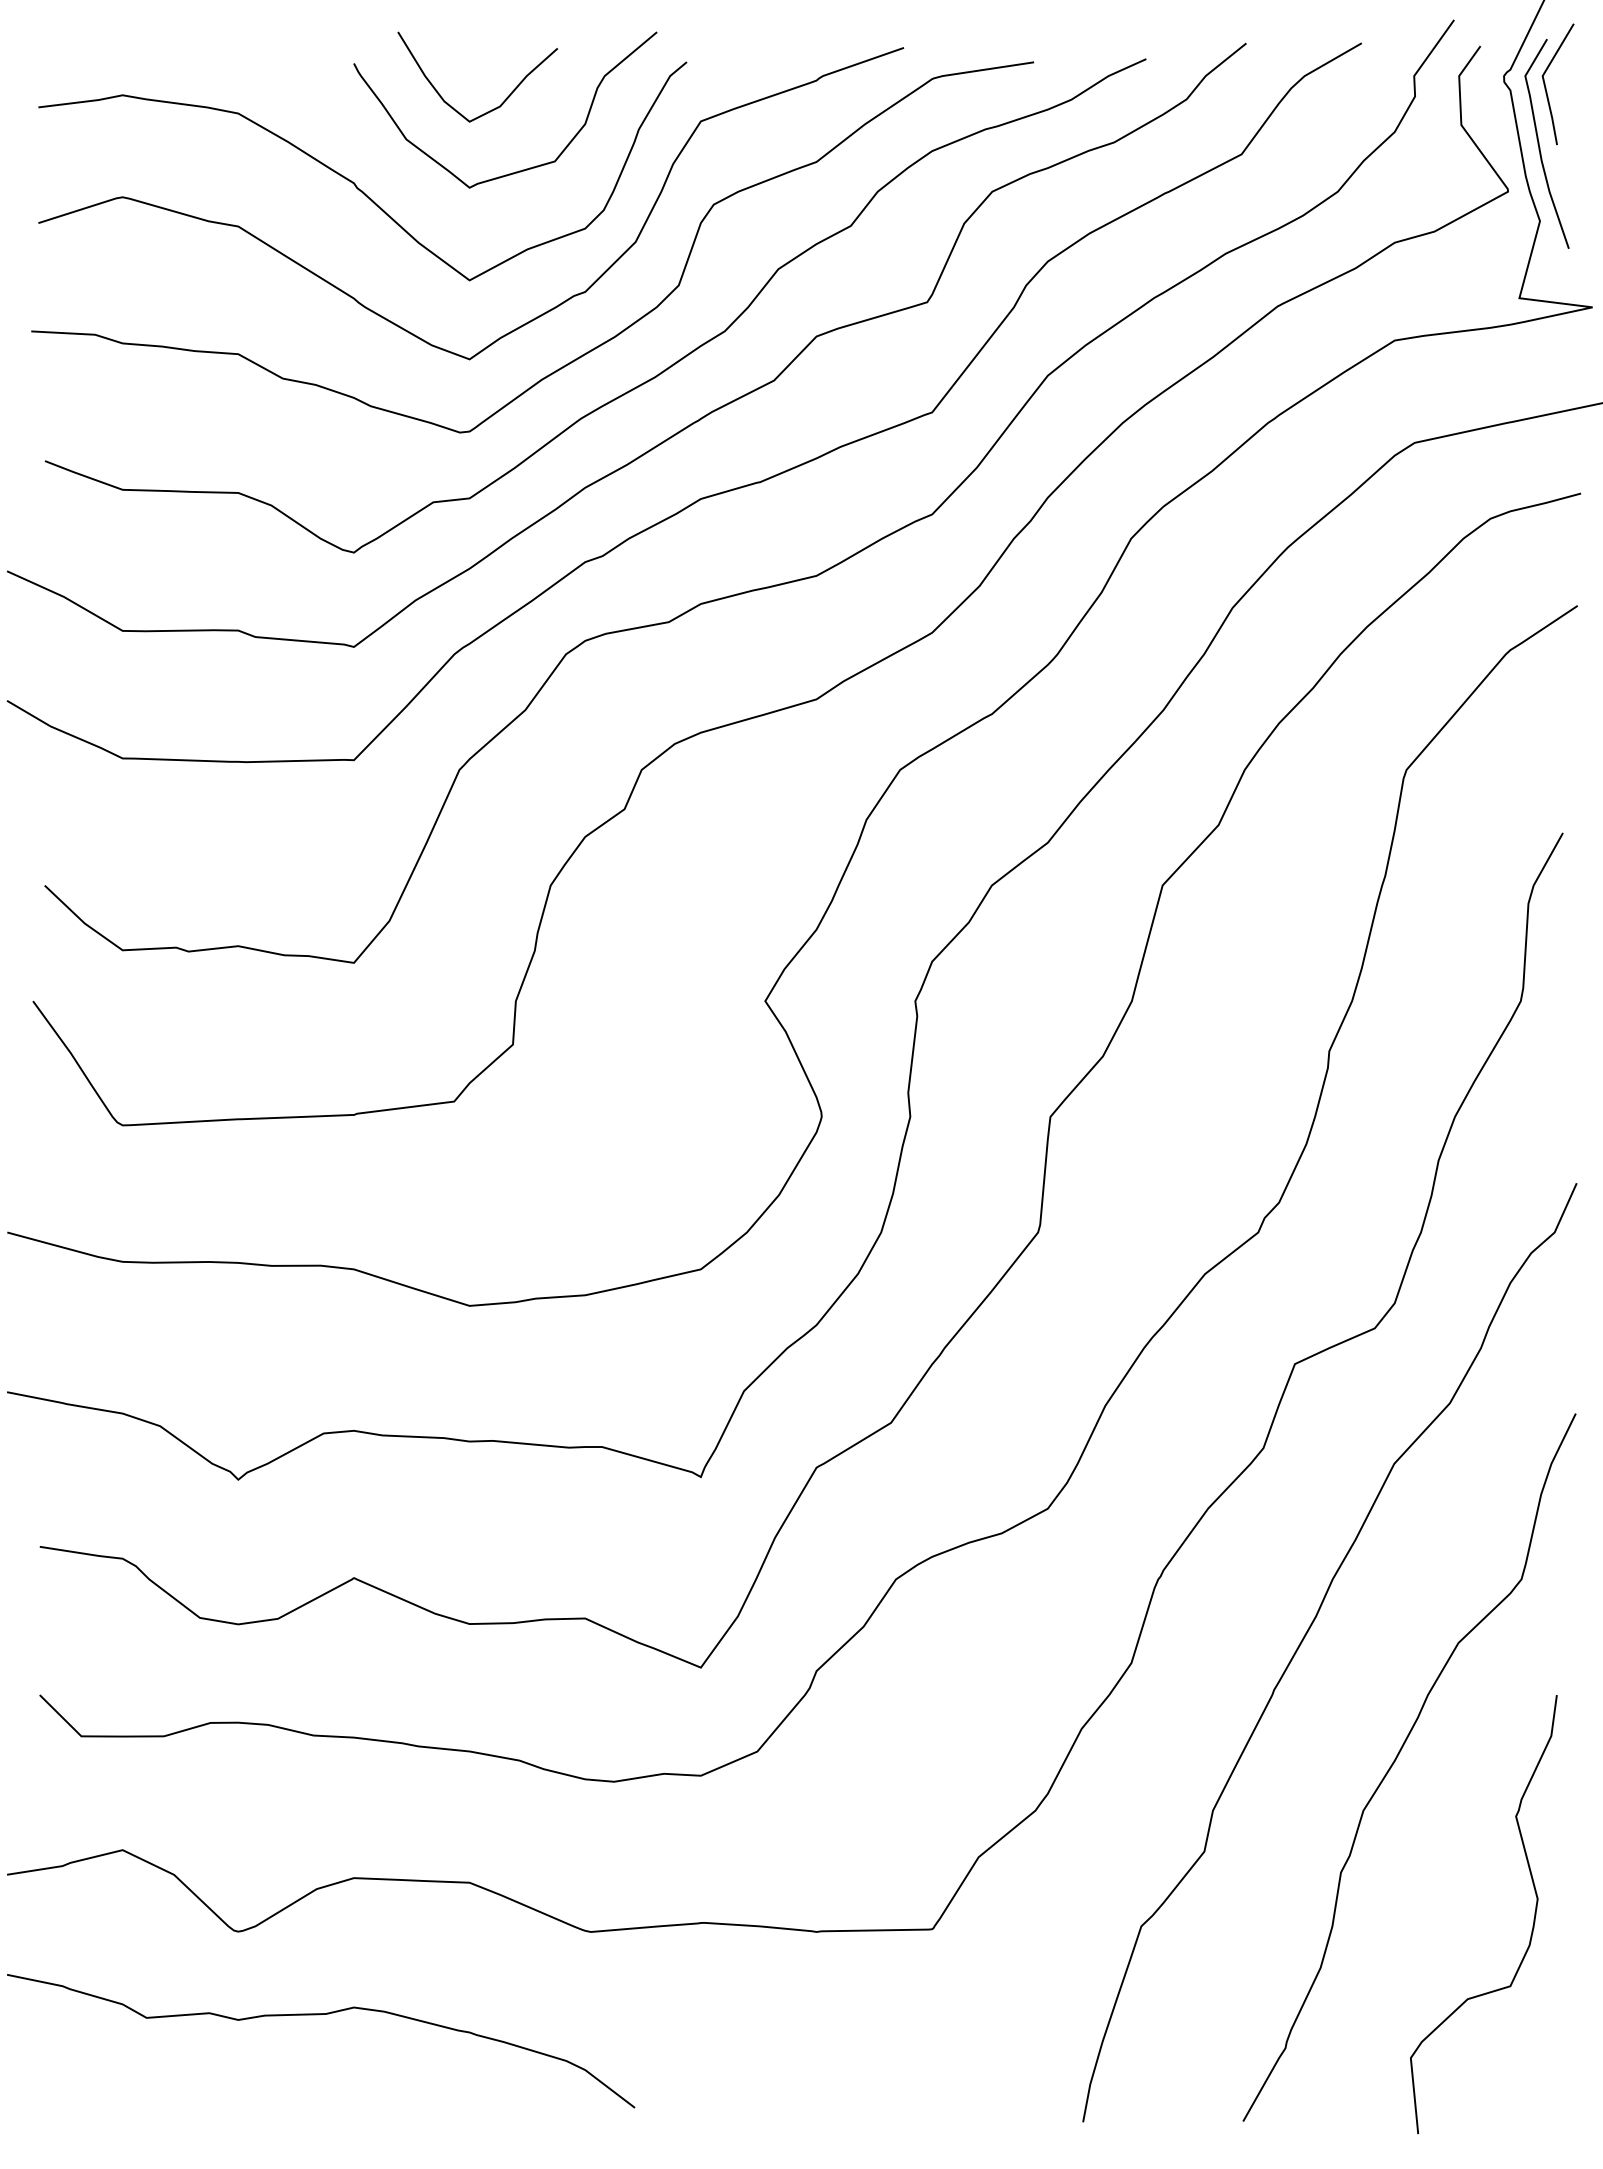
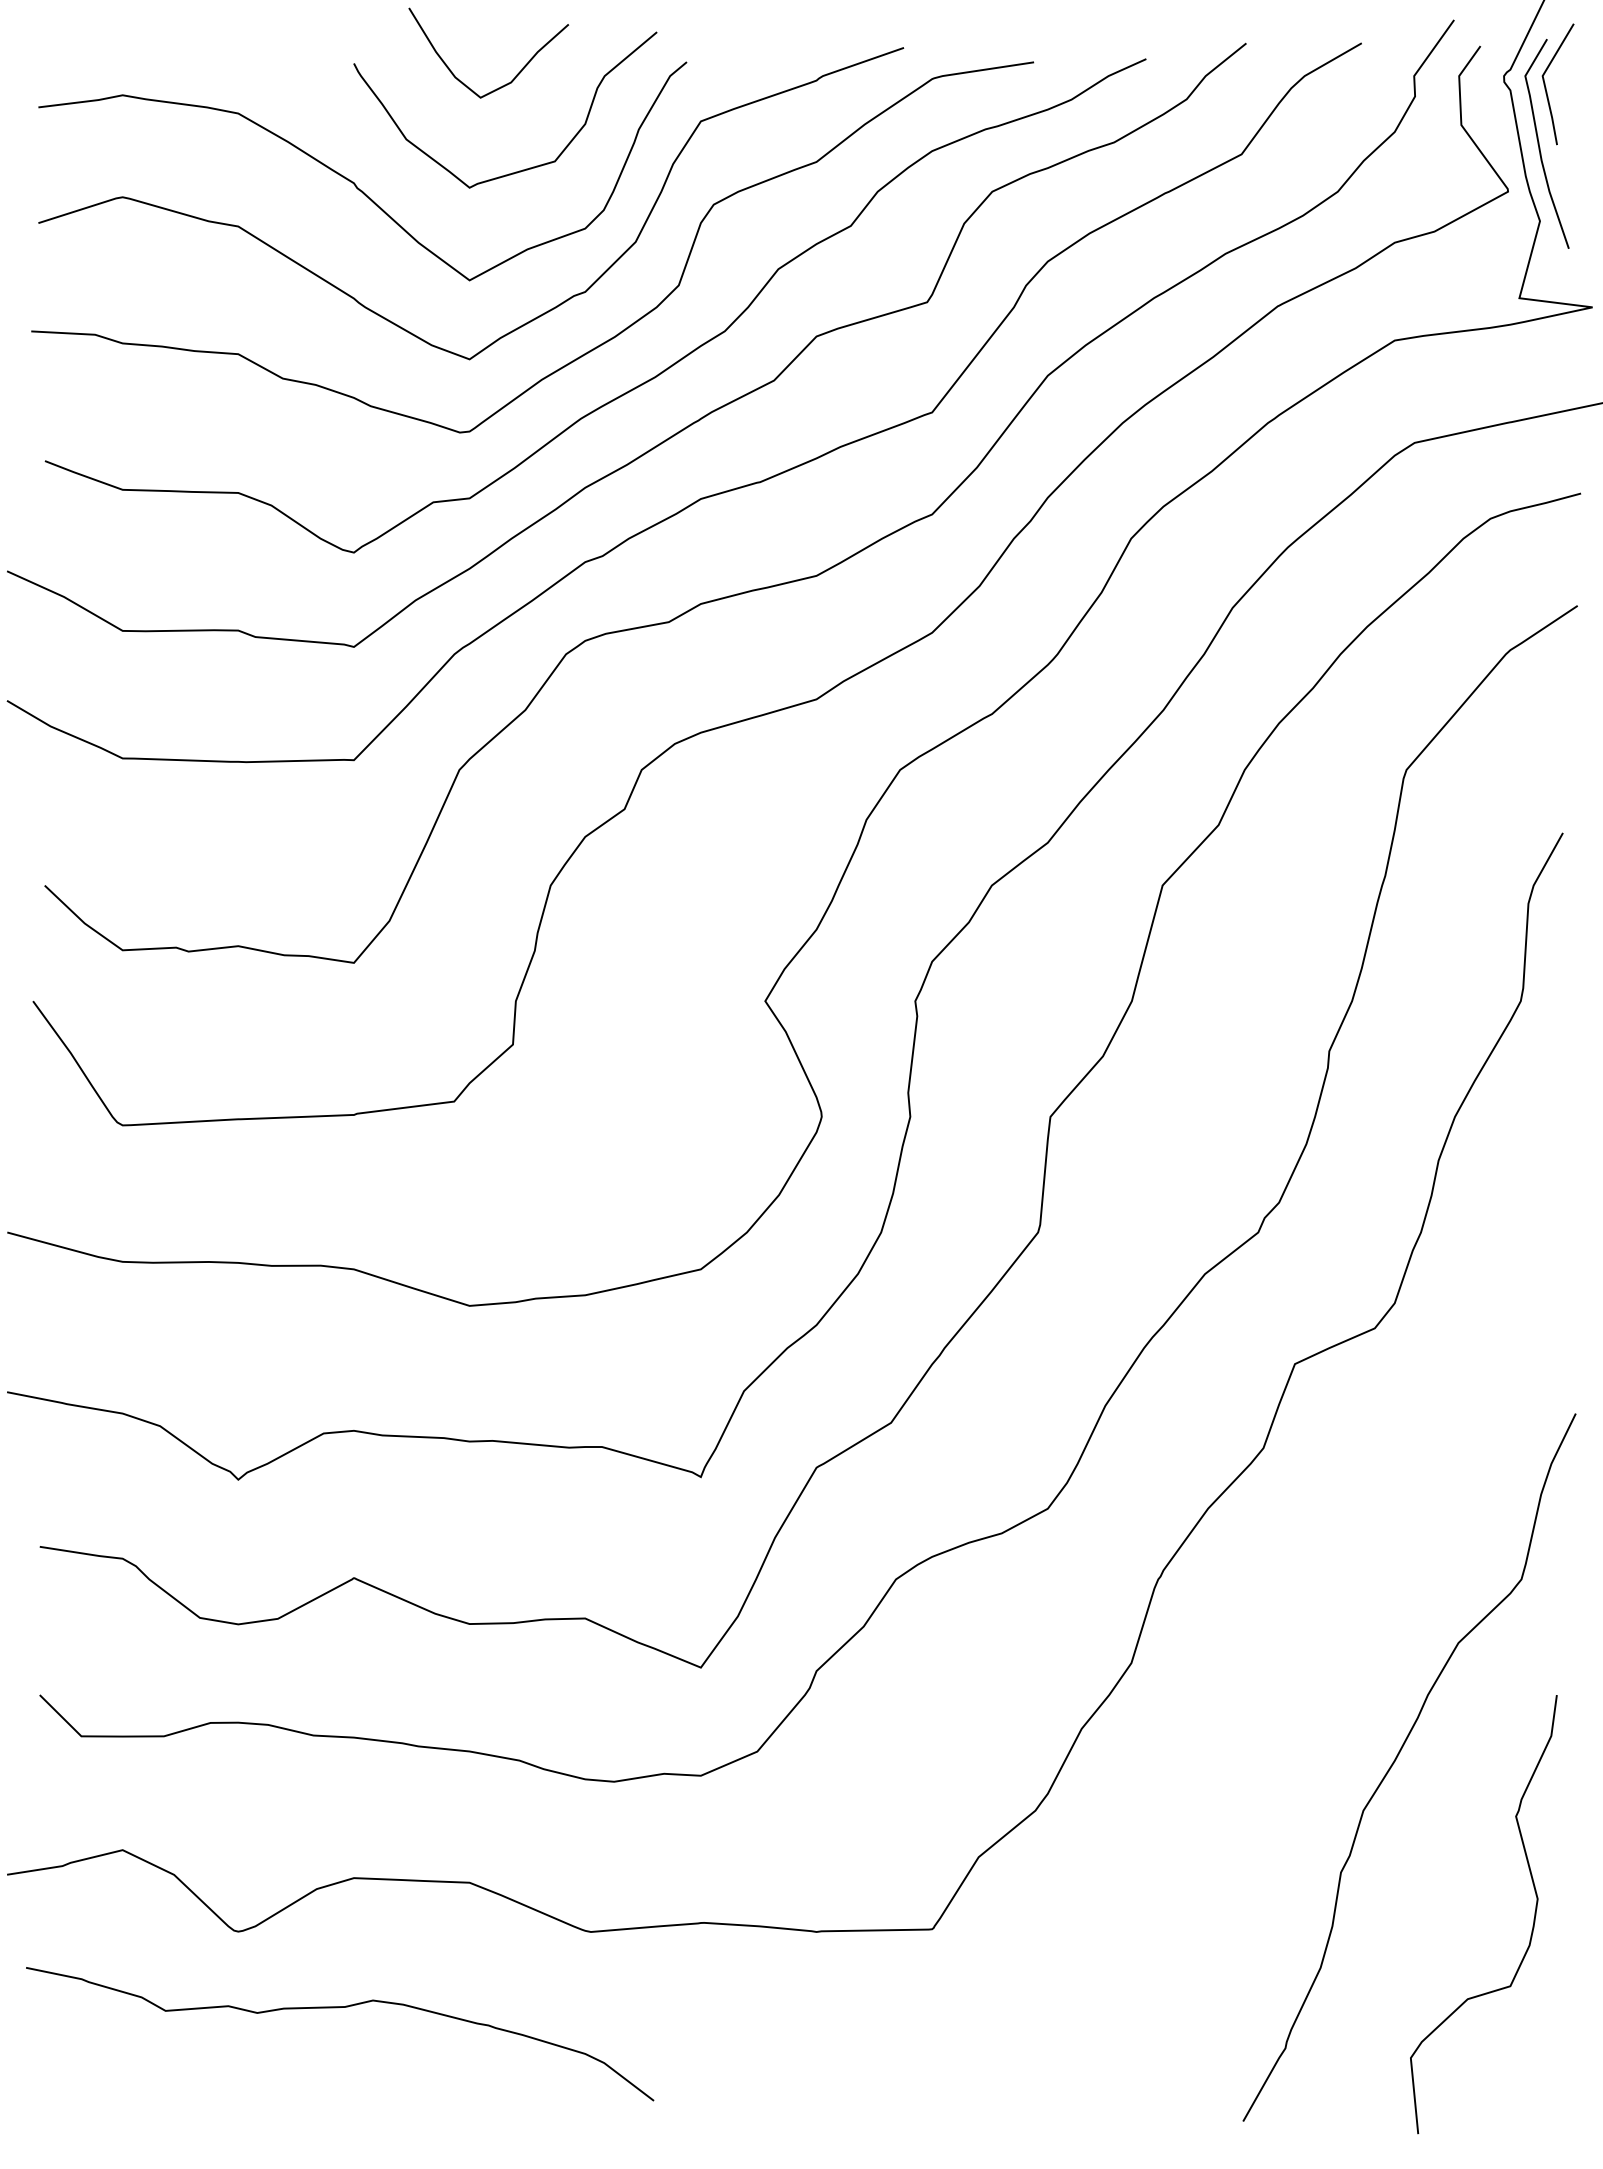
curve at (505, 98) position: (505, 98) -> (516, 74)
curve at (1304, 1639): present -> none
curve at (319, 2015) position: (319, 2015) -> (338, 2008)
